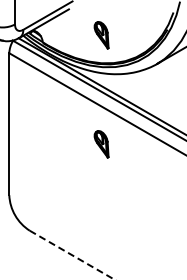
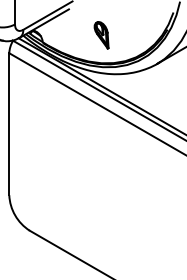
part at (101, 144): present -> none
line at (72, 255): dashed -> solid
